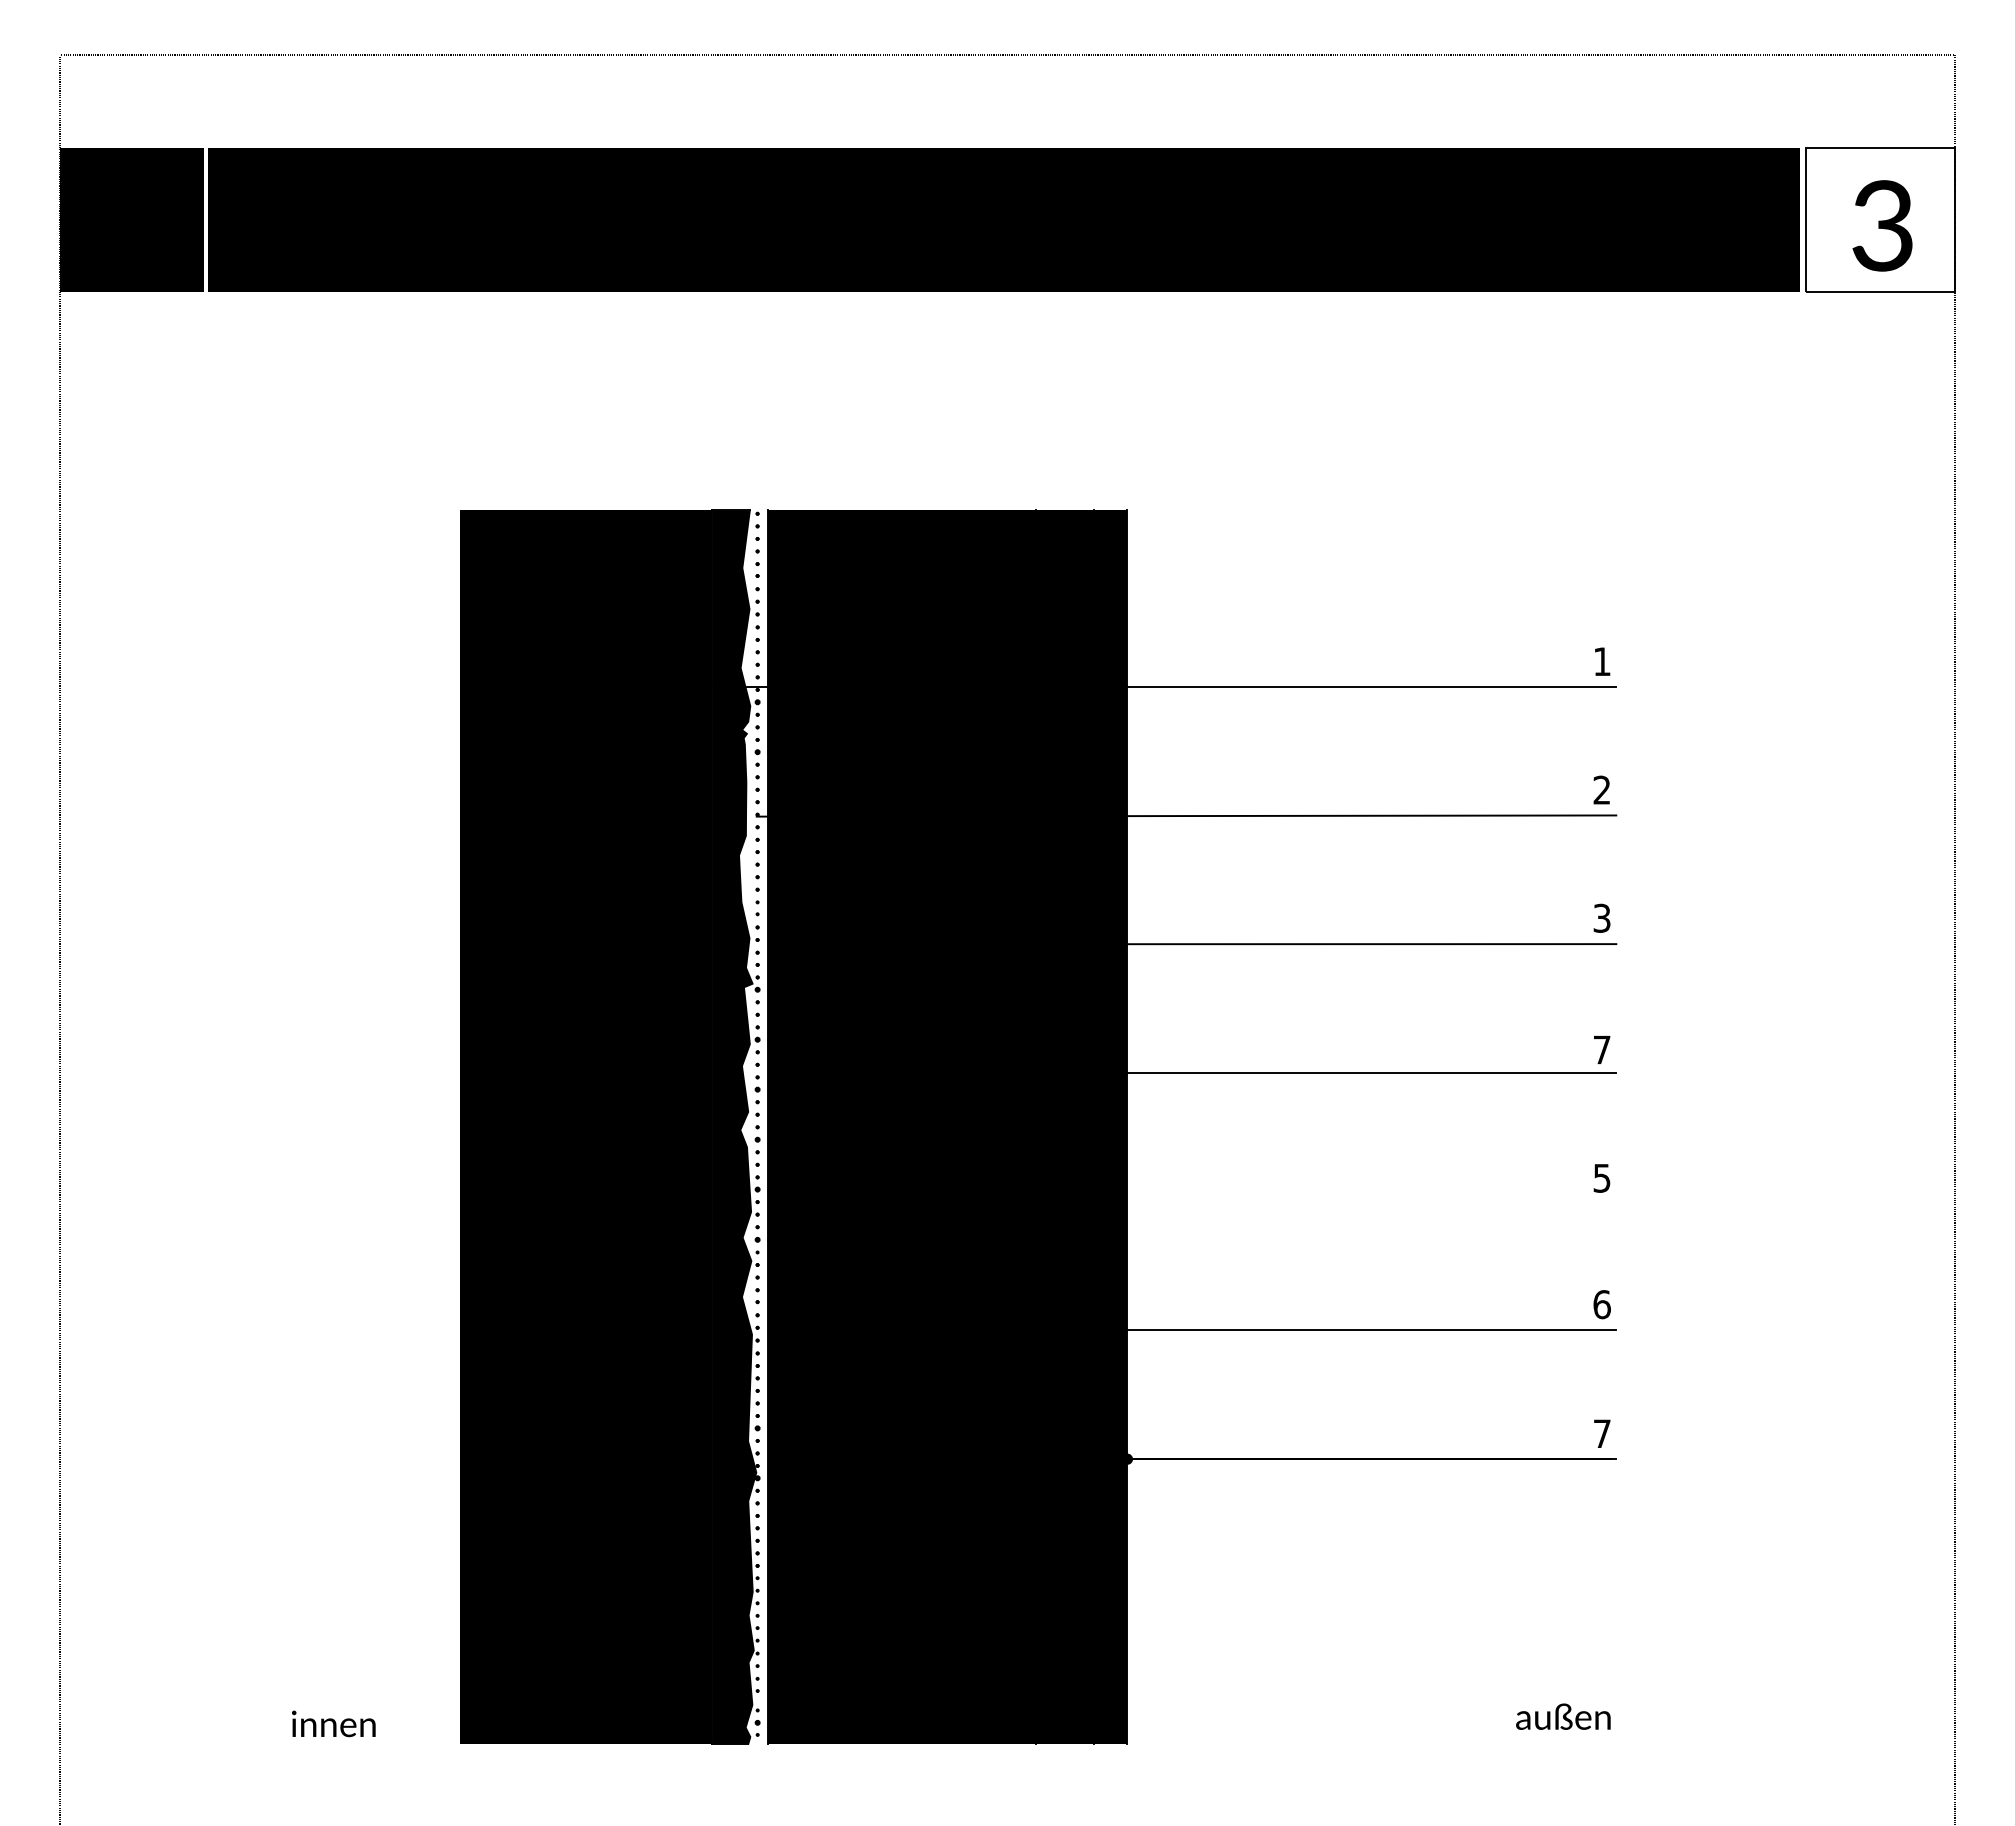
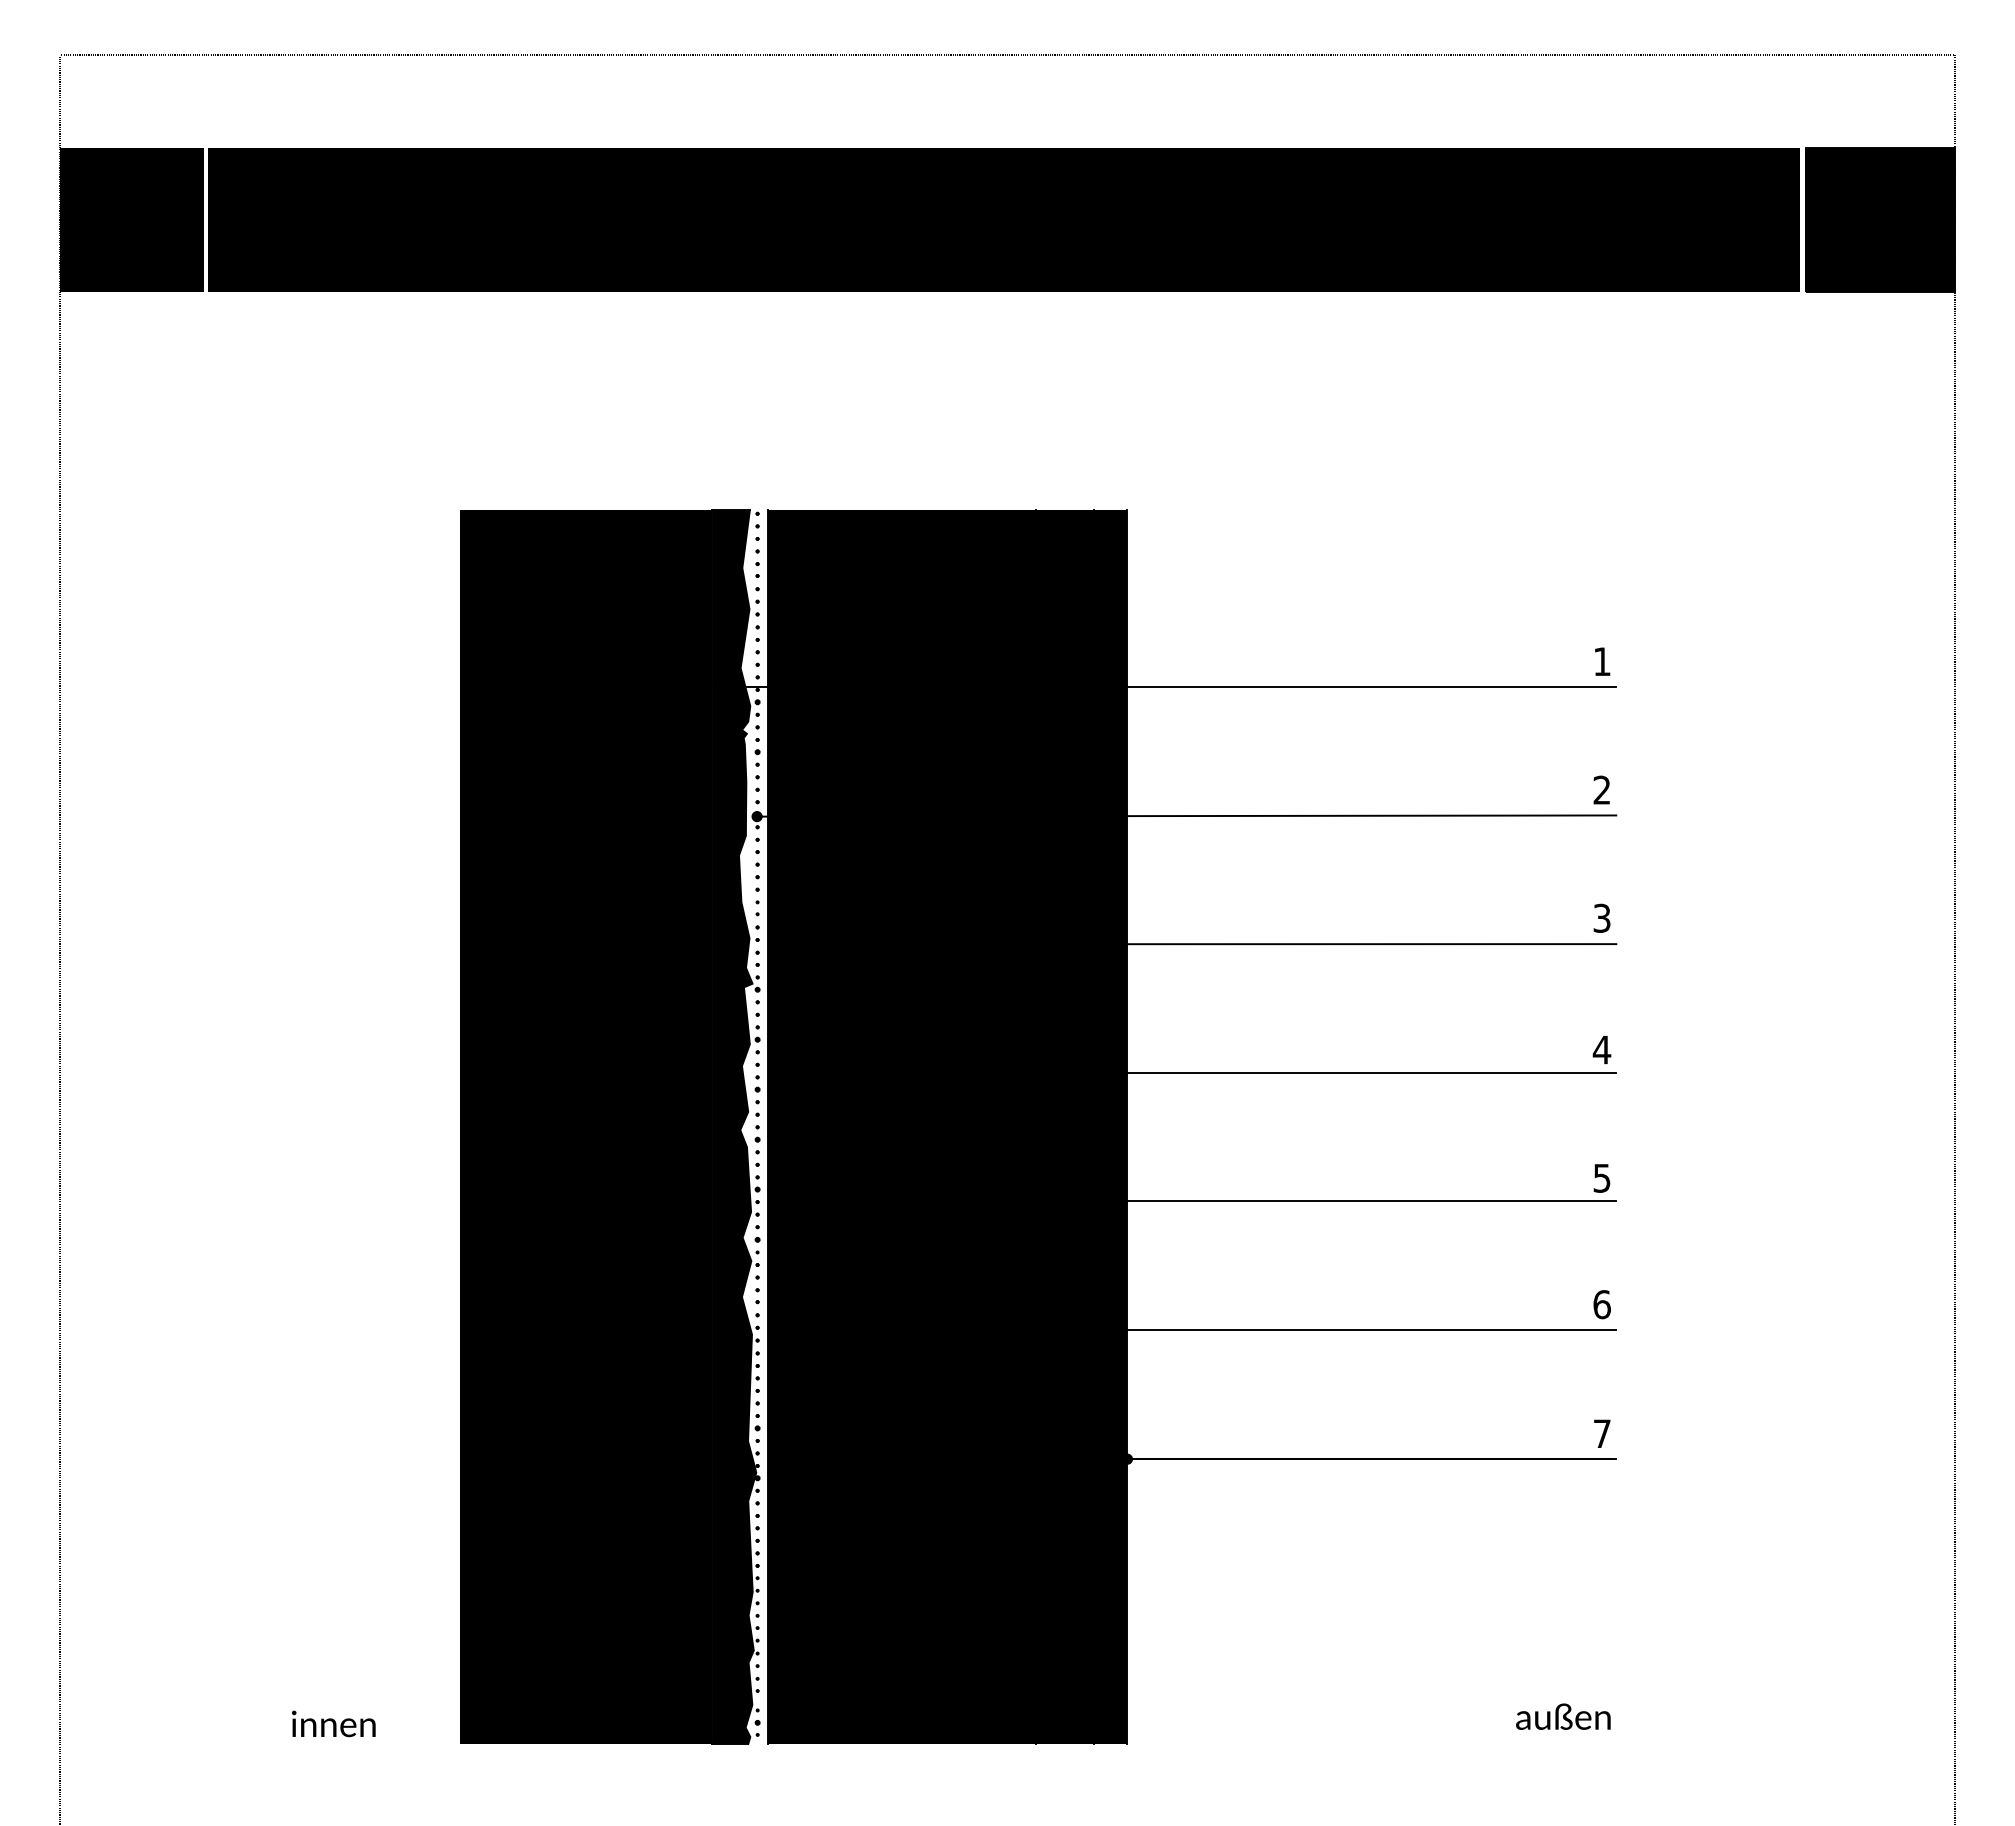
fill at (1879, 219): none -> present
fill at (756, 816): none -> present
text at (1601, 1049): 7 -> 4
line at (1342, 1201): none -> present
